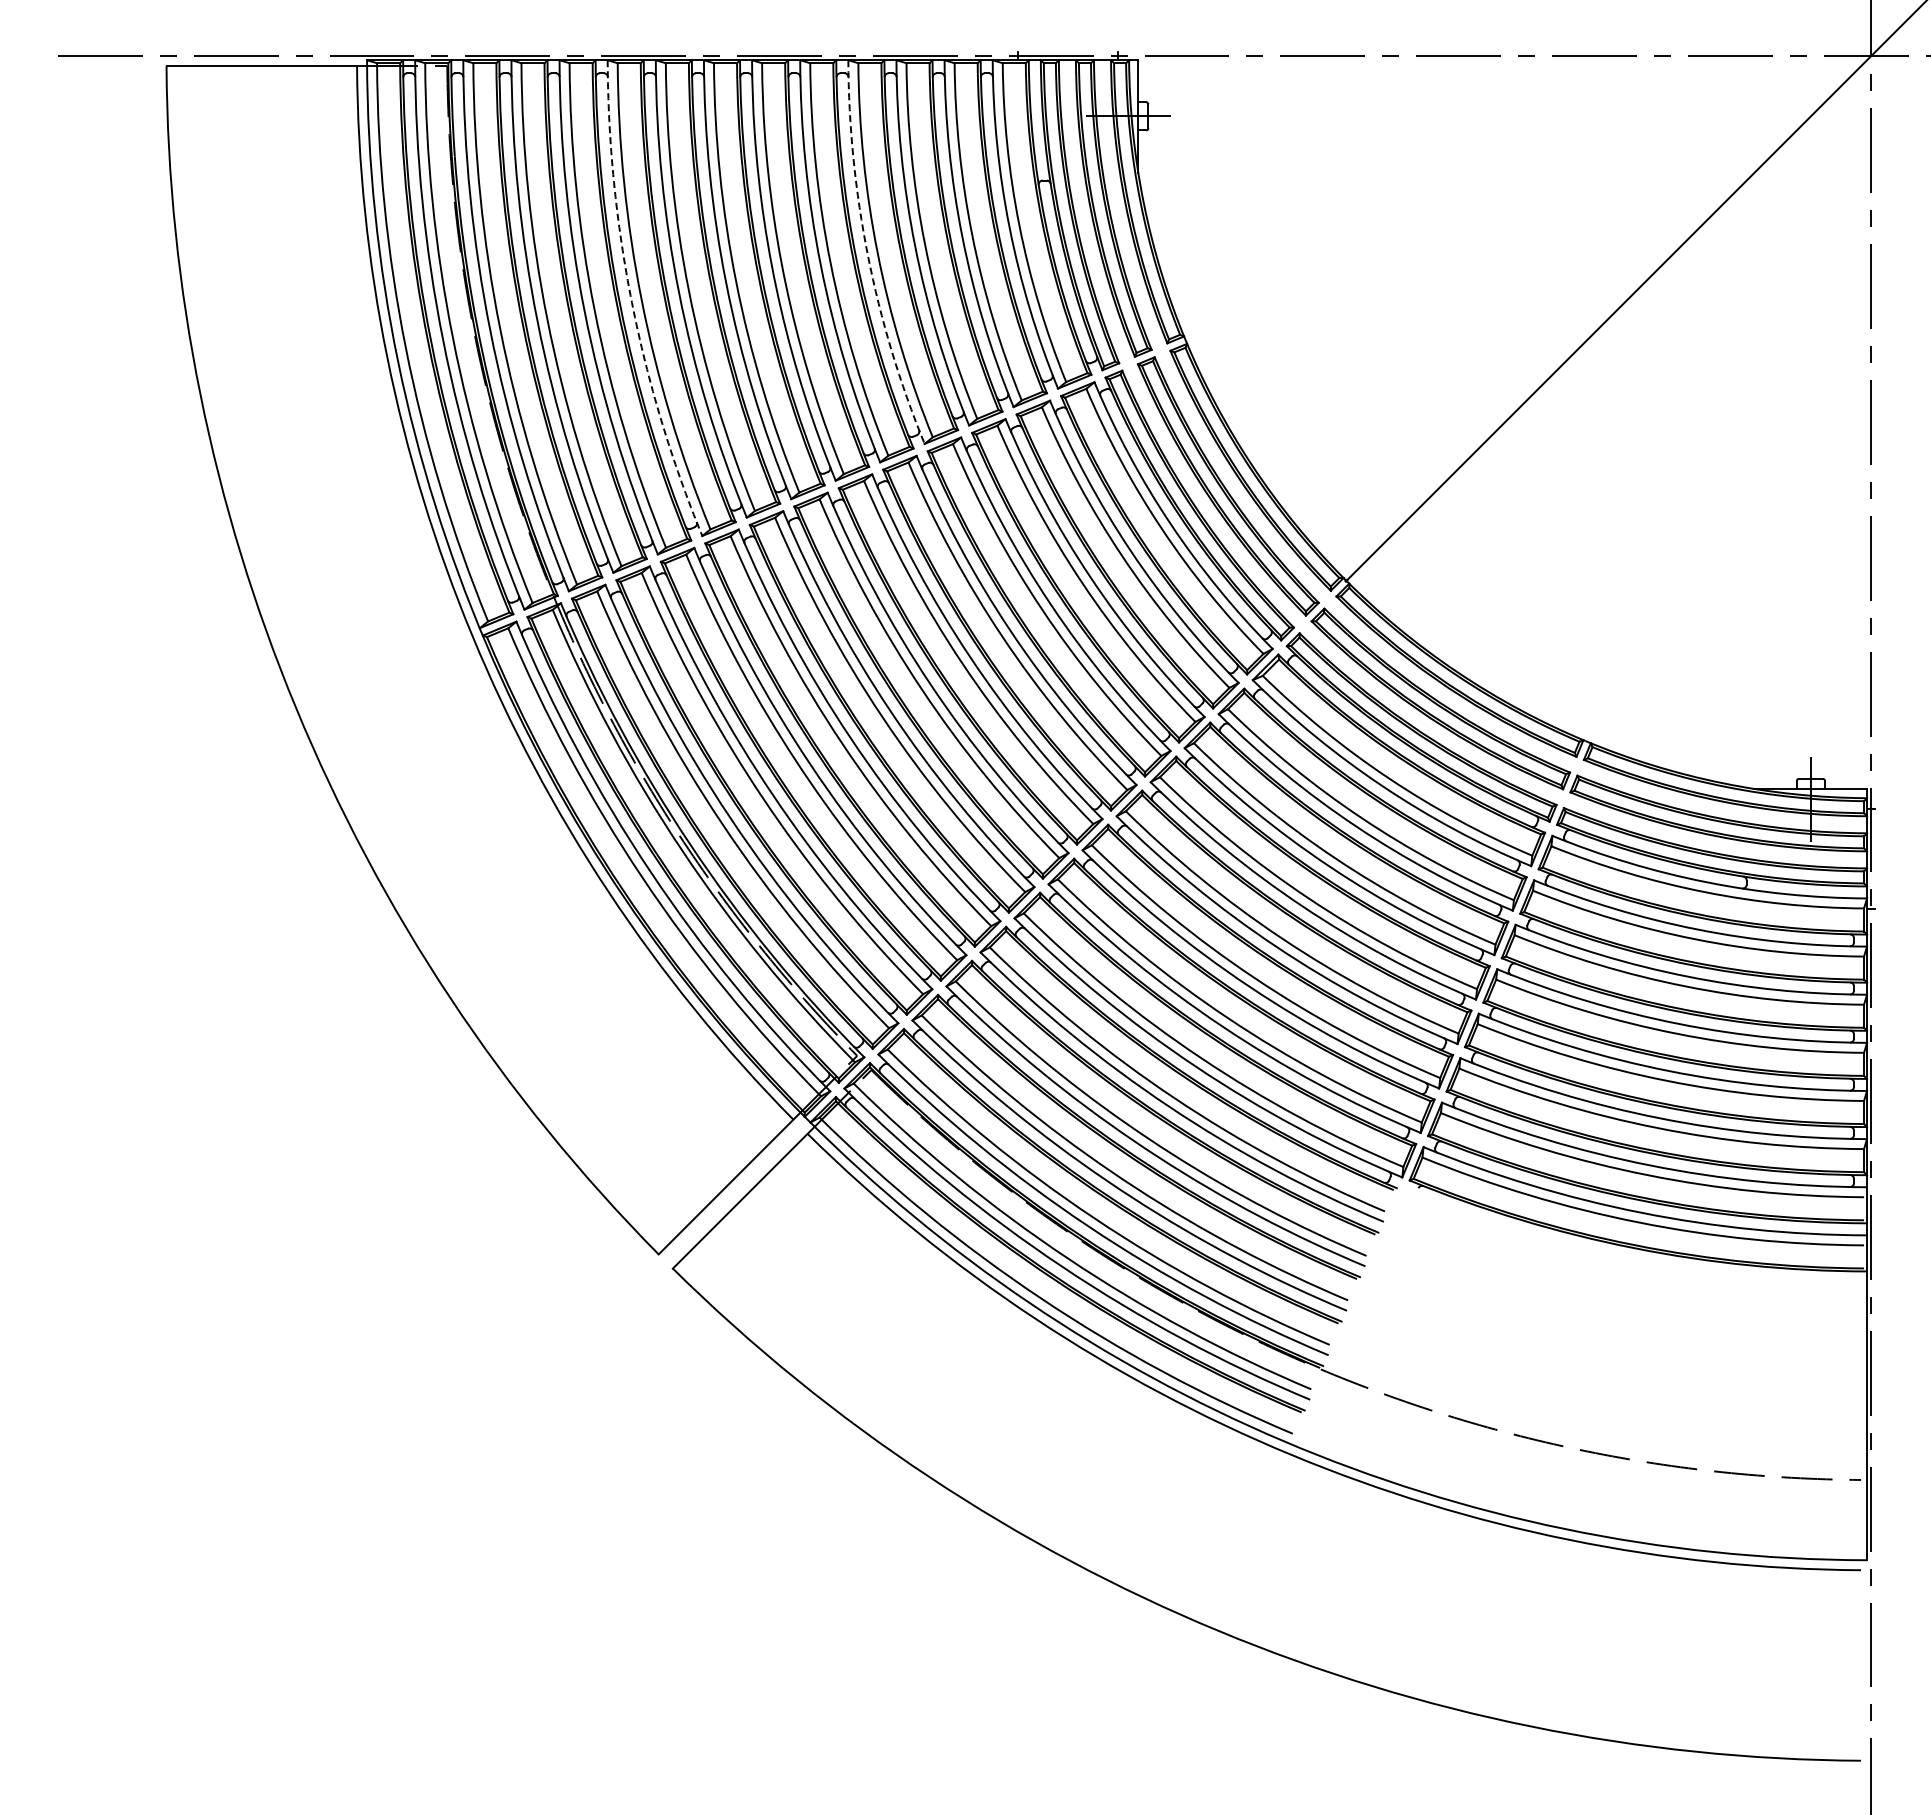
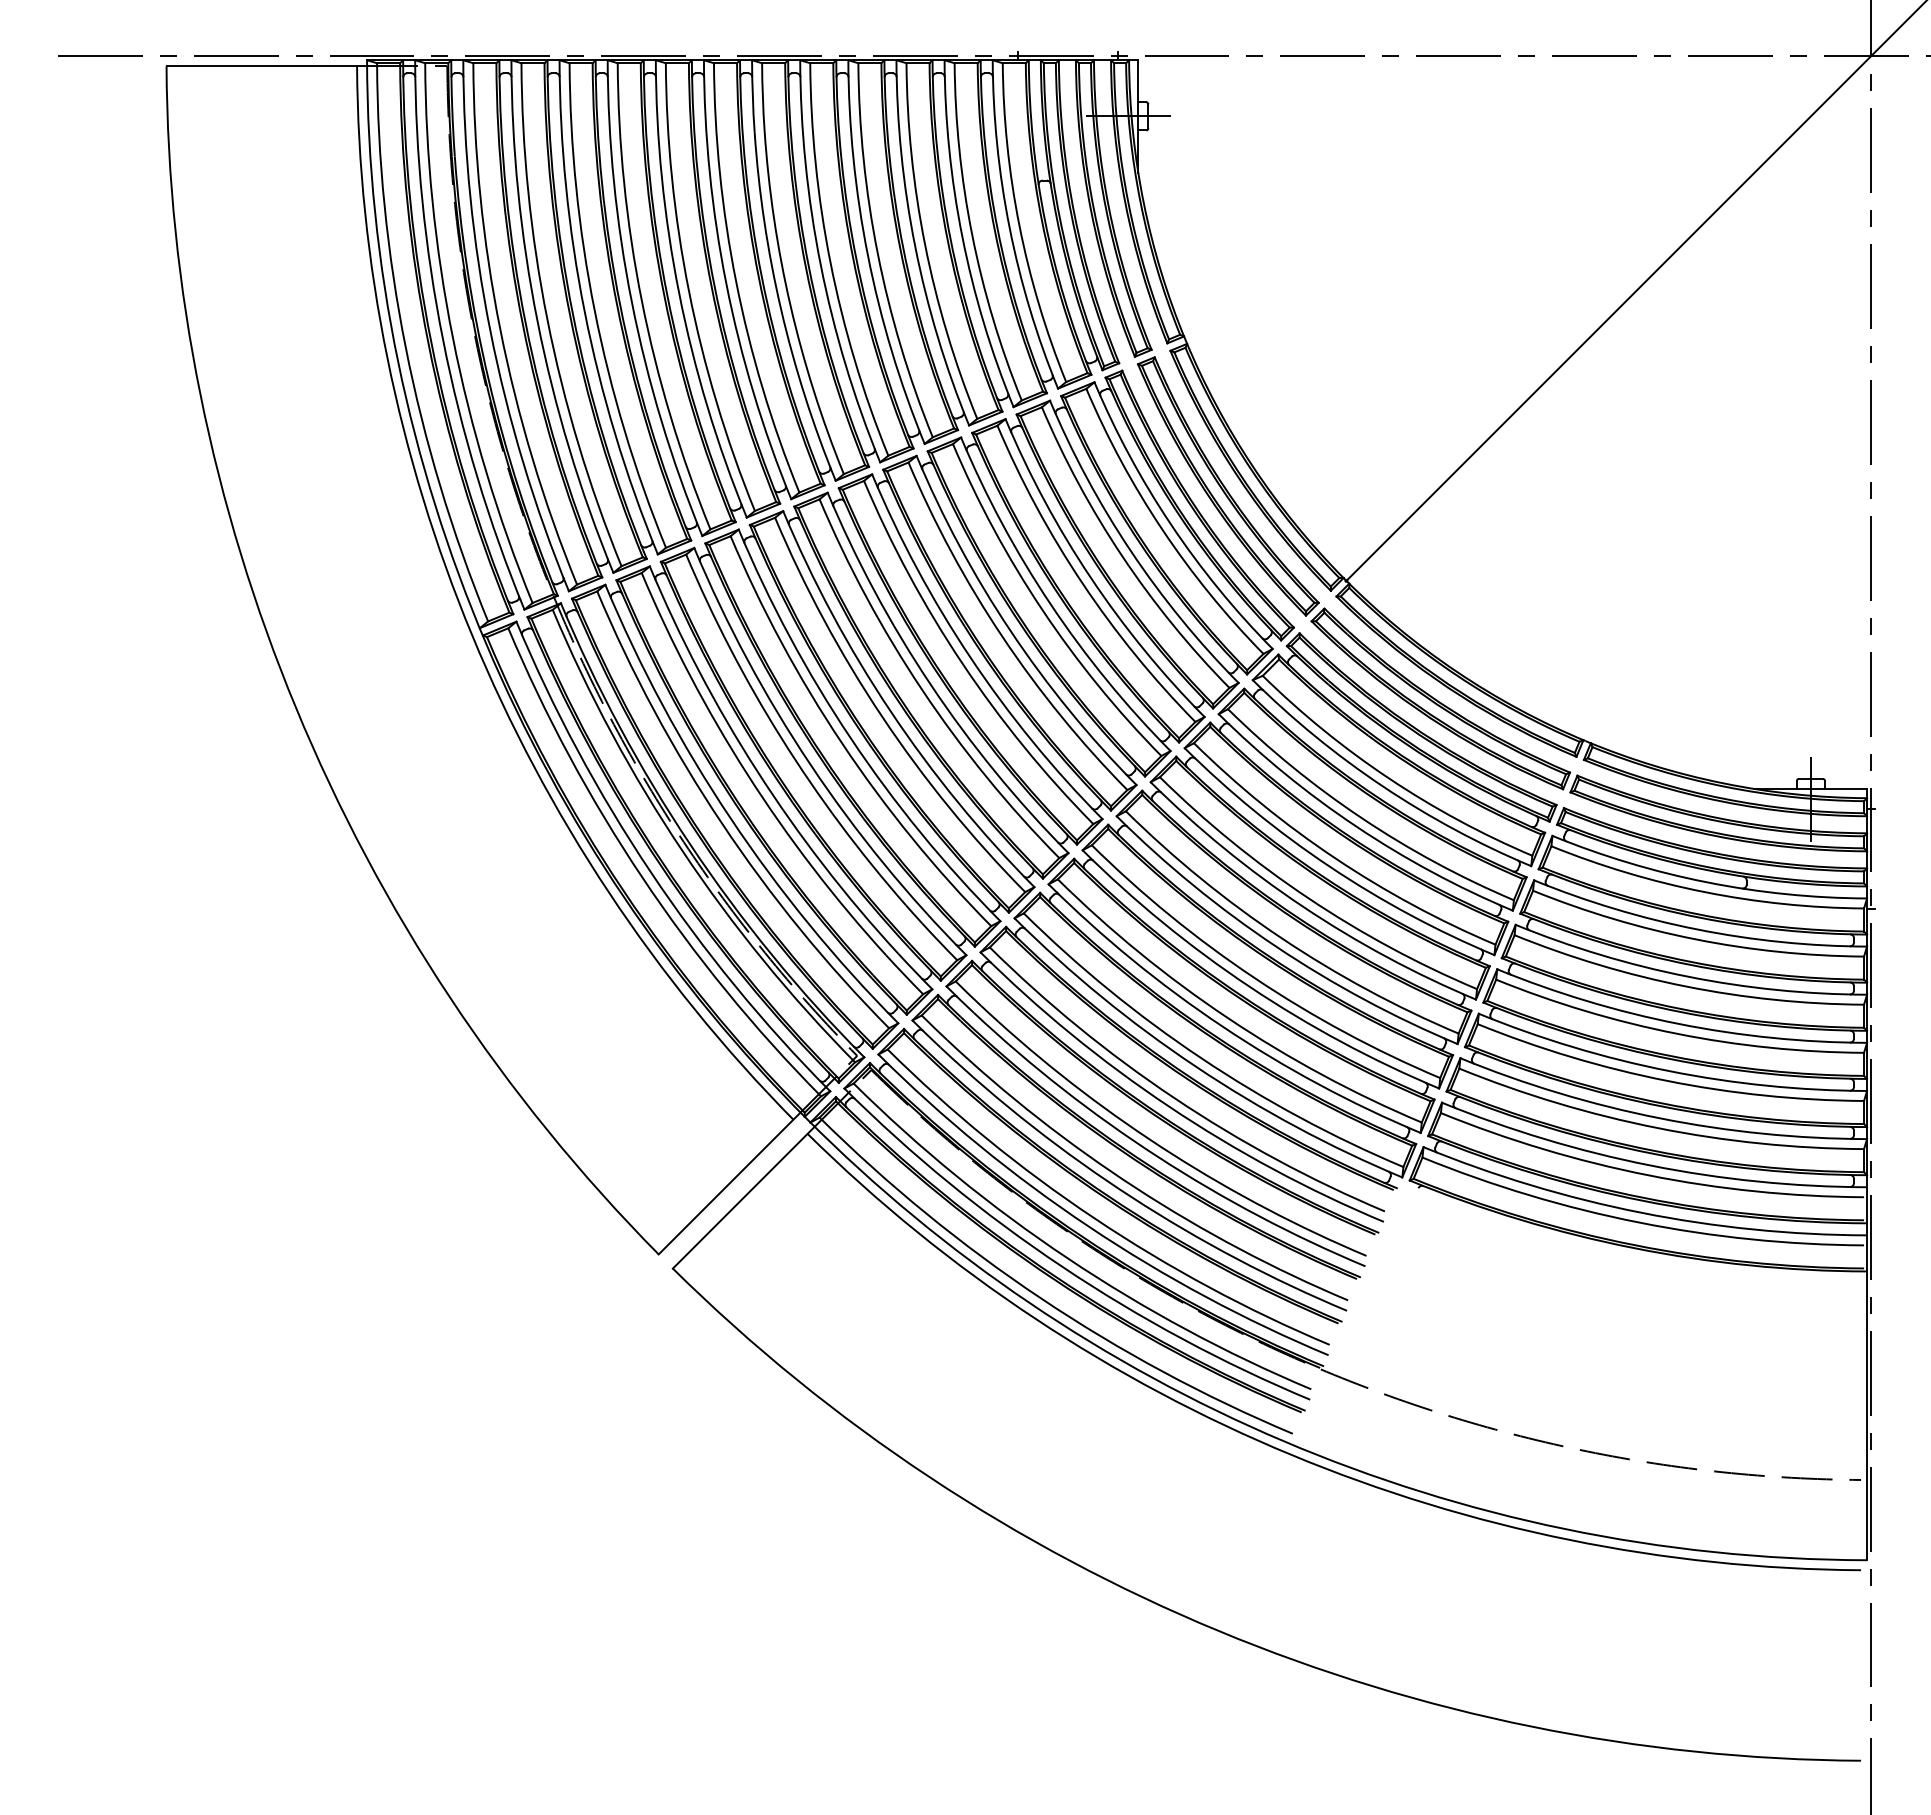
arc at (867, 255): dashed -> solid
arc at (631, 302): dashed -> solid
